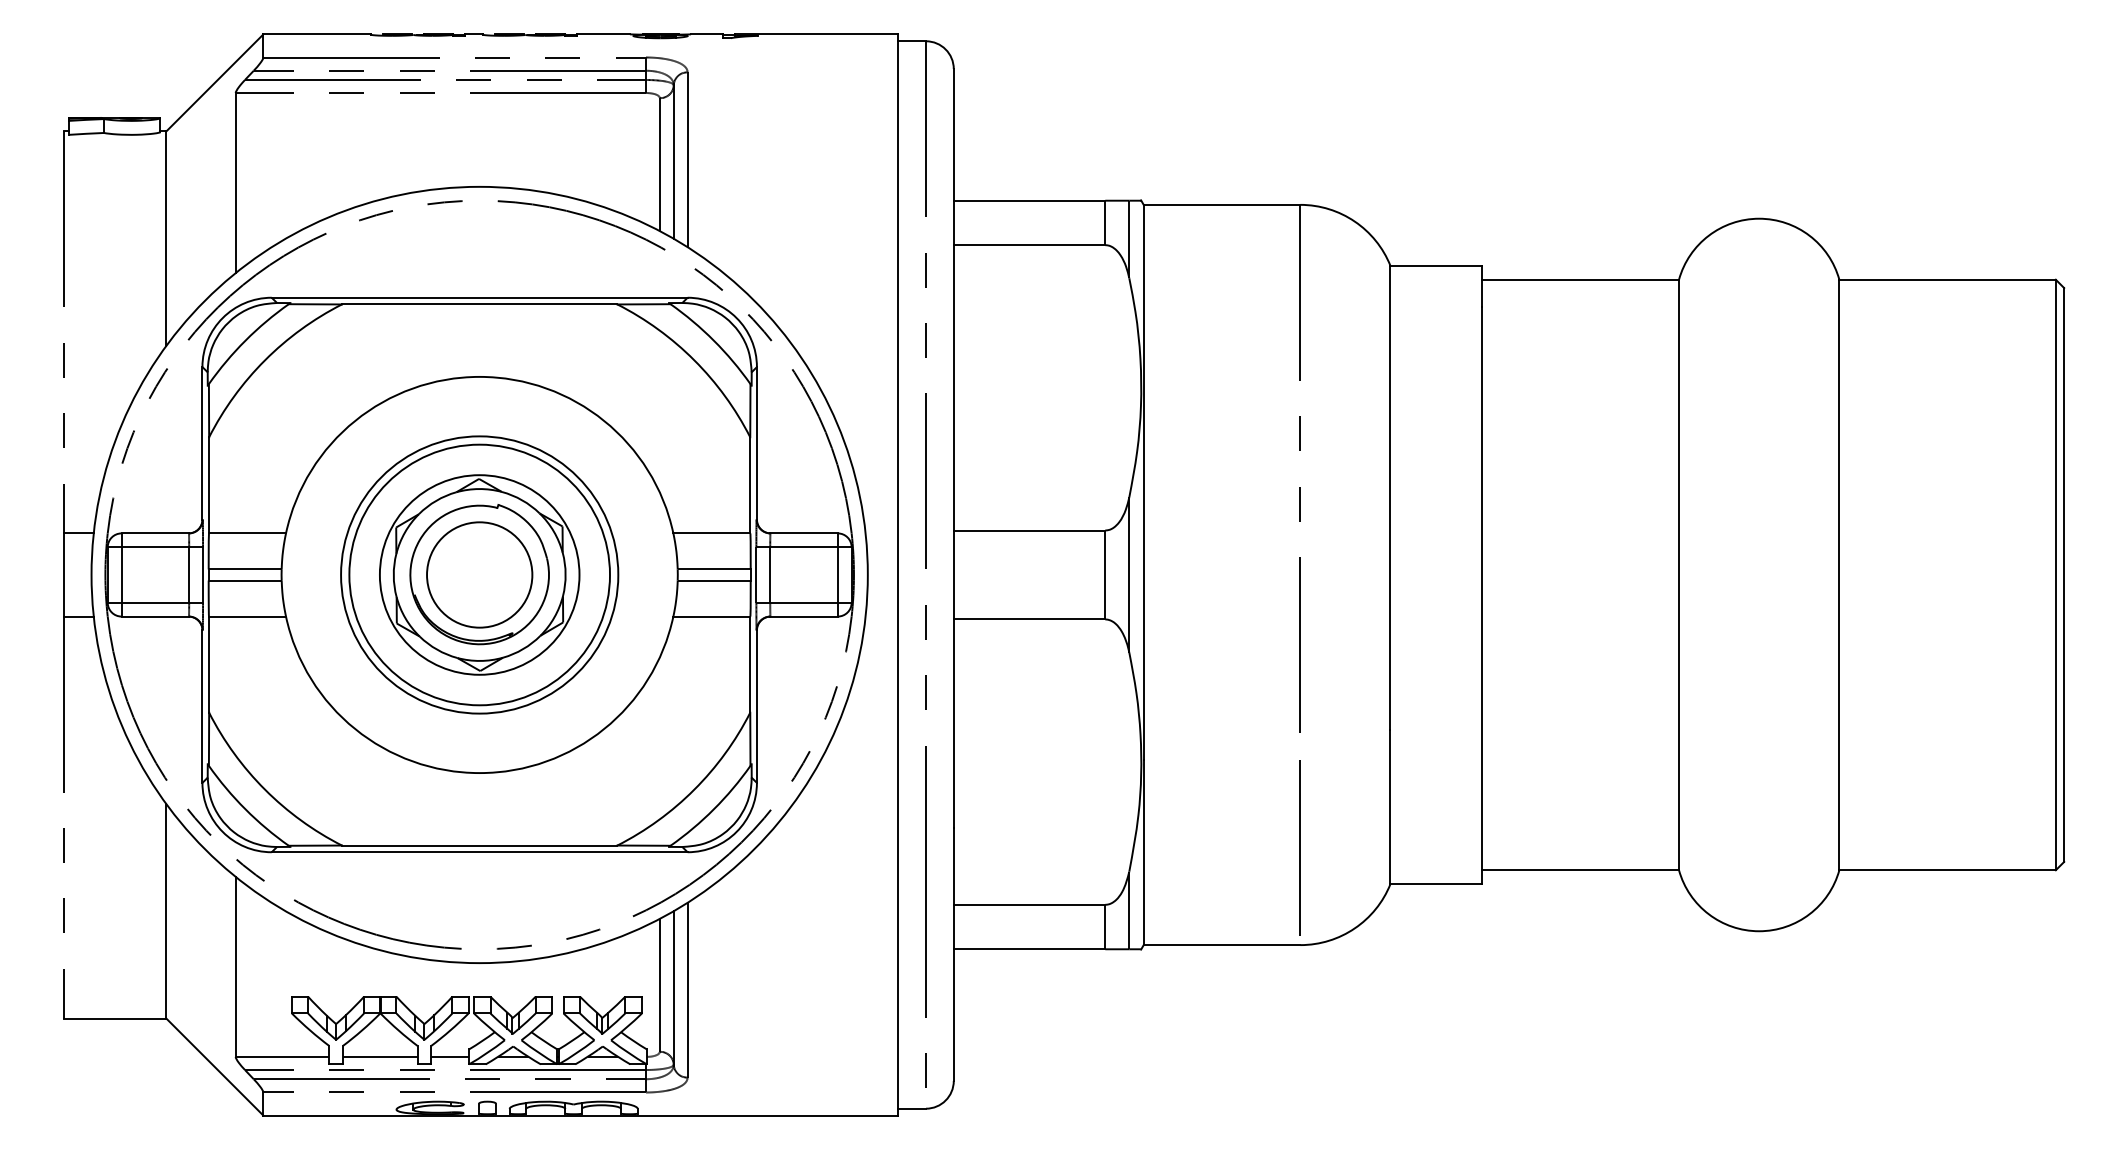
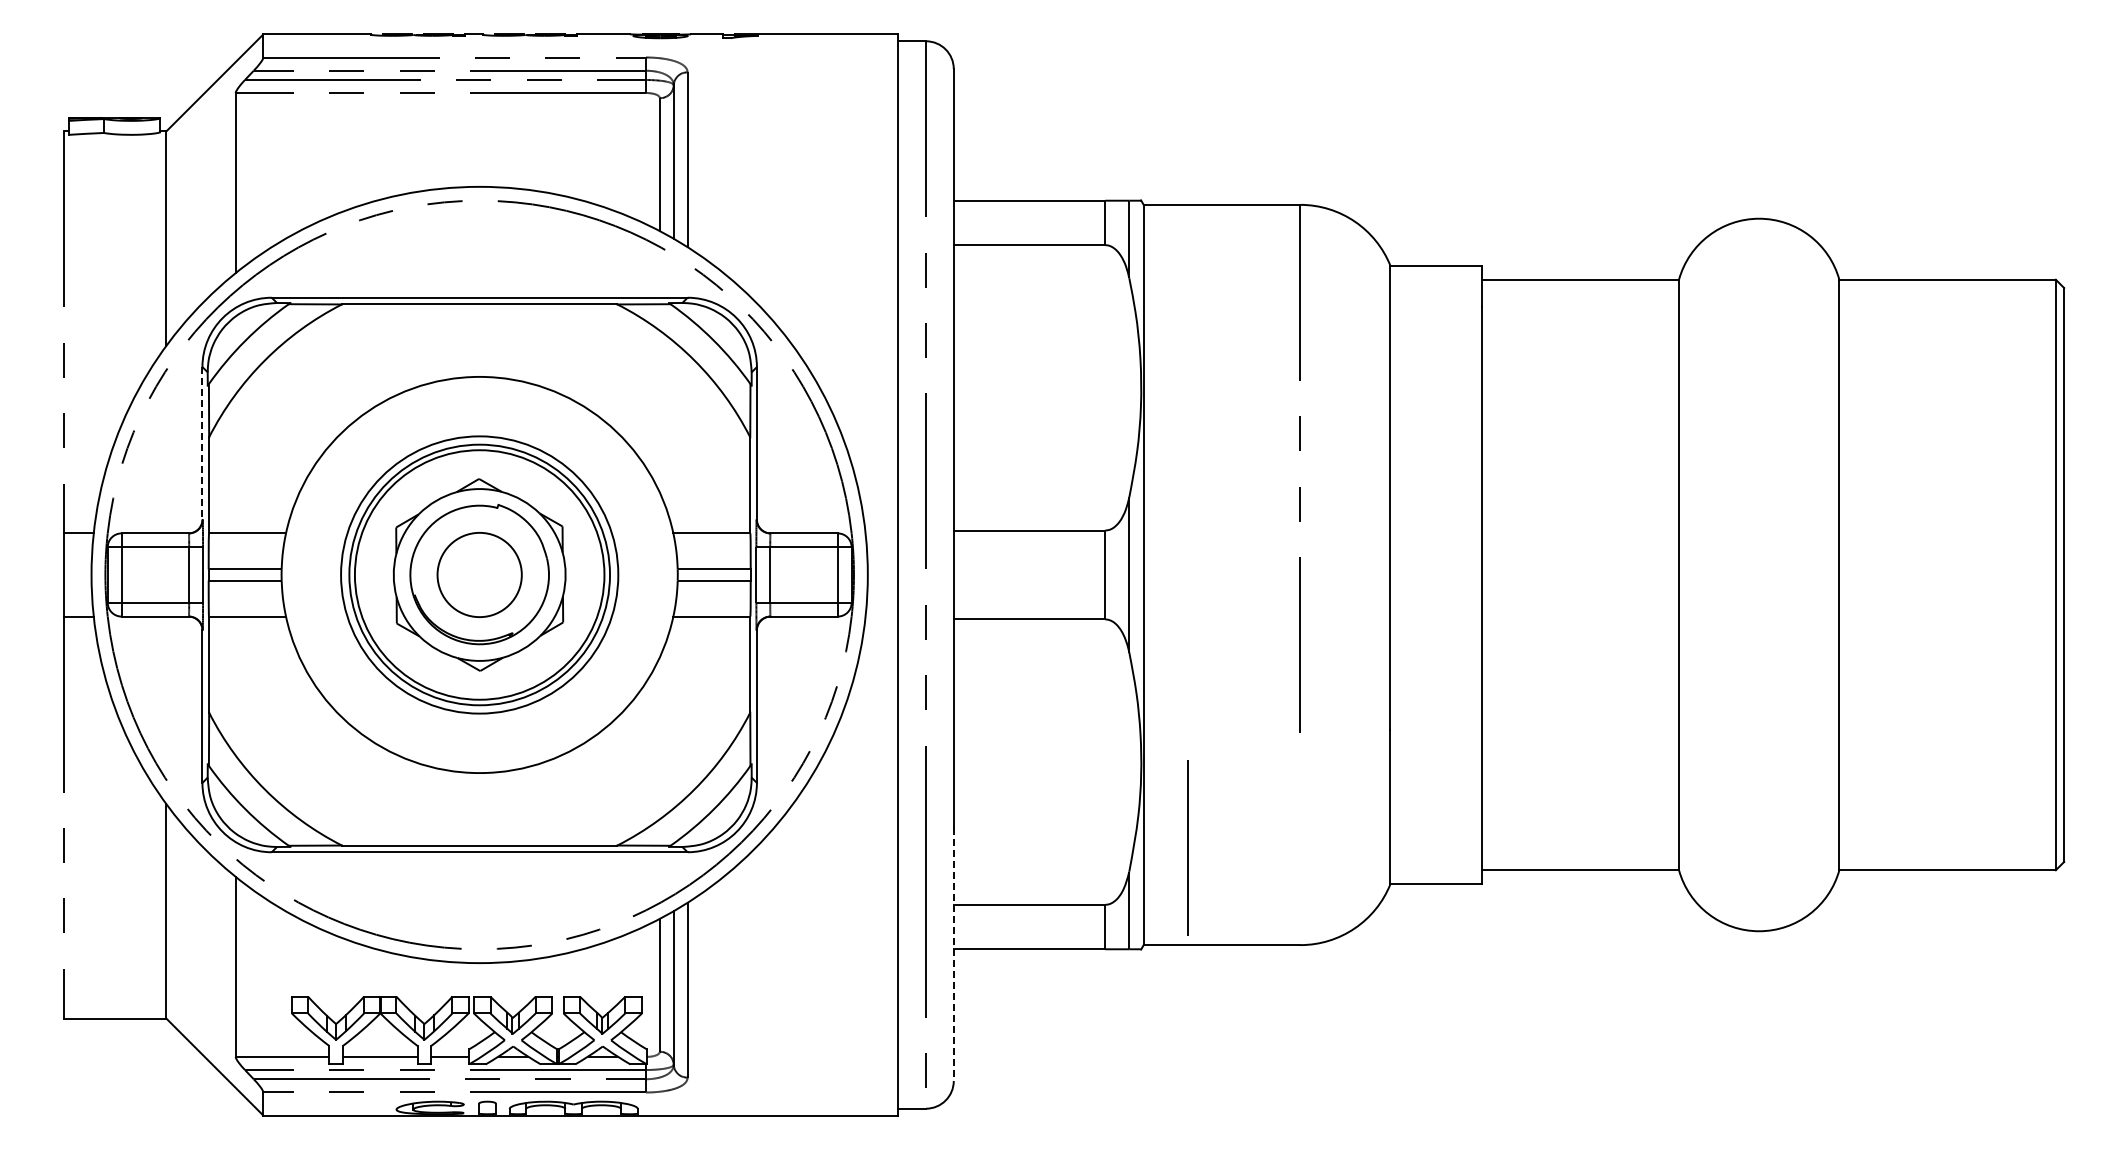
line at (202, 443): solid -> dashed
circle at (479, 574) diameter: 105 px -> 84 px
circle at (479, 574) diameter: 200 px -> 250 px
line at (1299, 847) position: (1299, 847) -> (1187, 847)
line at (953, 954): solid -> dashed
